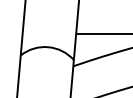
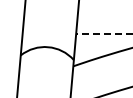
line at (103, 33): solid -> dashed
